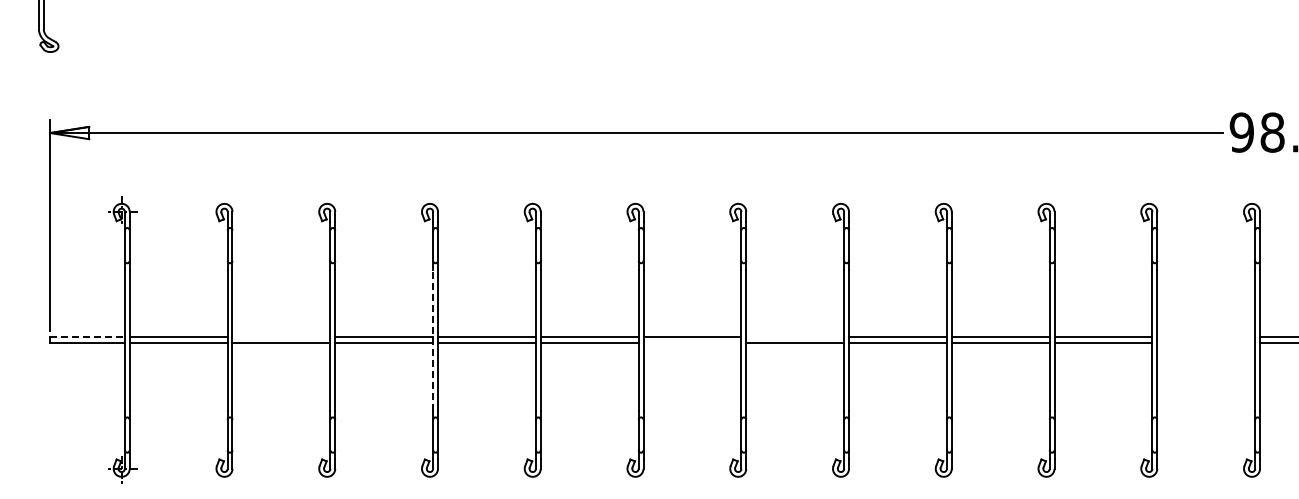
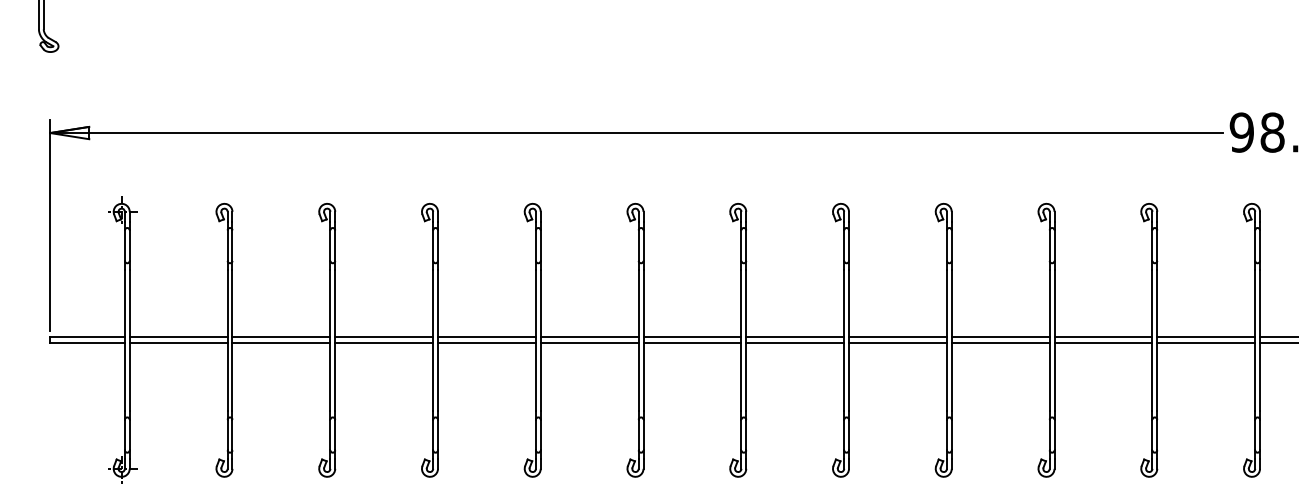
line at (88, 337): dashed -> solid
line at (281, 337): none -> present
line at (795, 337): none -> present
line at (1206, 337): none -> present
line at (433, 340): dashed -> solid
line at (692, 343): none -> present
line at (1206, 343): none -> present
